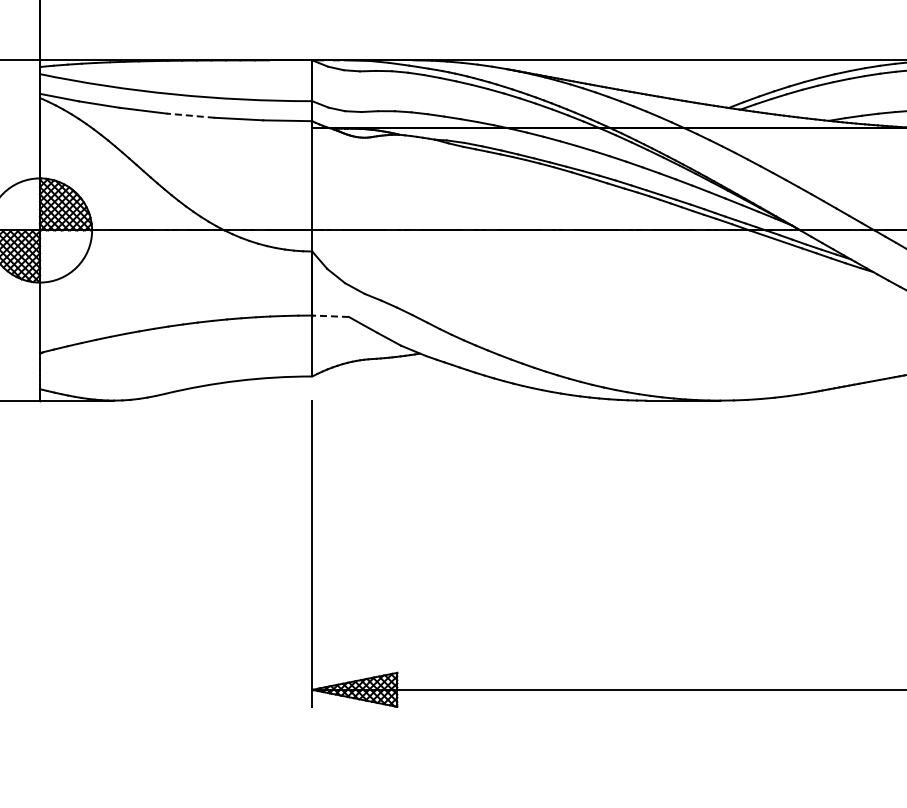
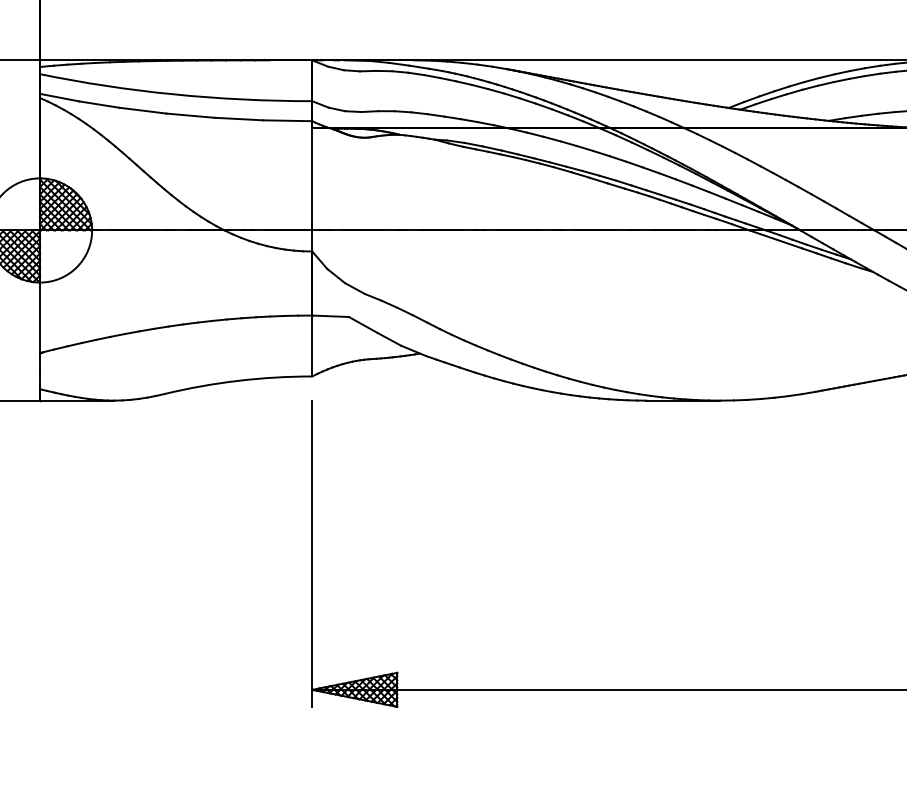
line at (190, 115): dashed -> solid
line at (330, 316): dashed -> solid
